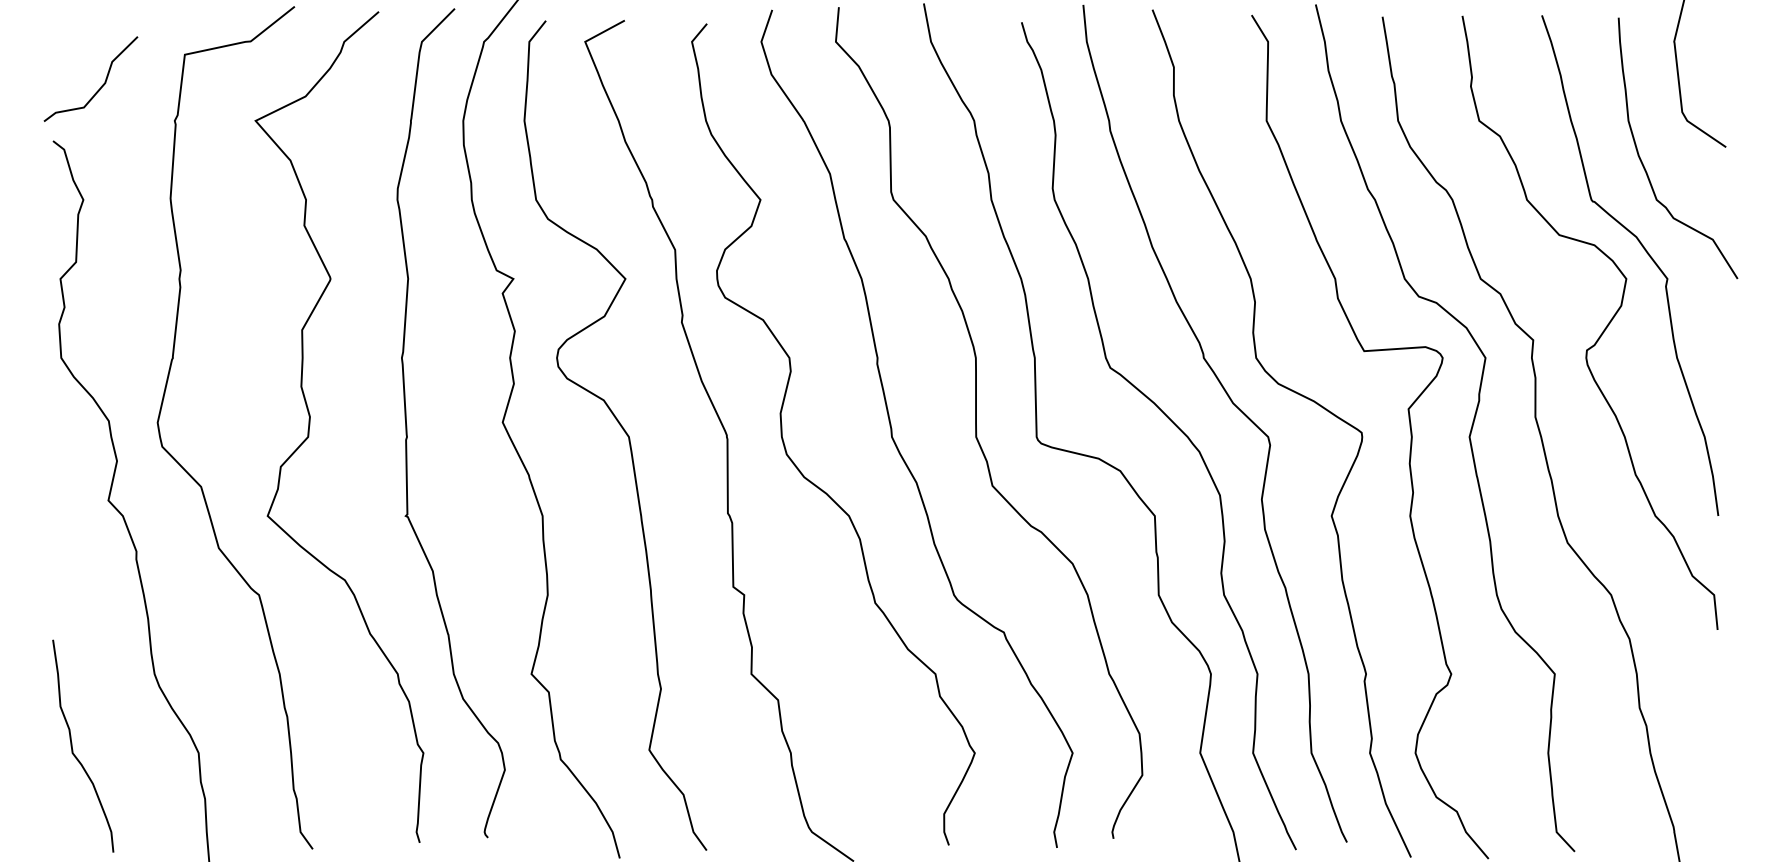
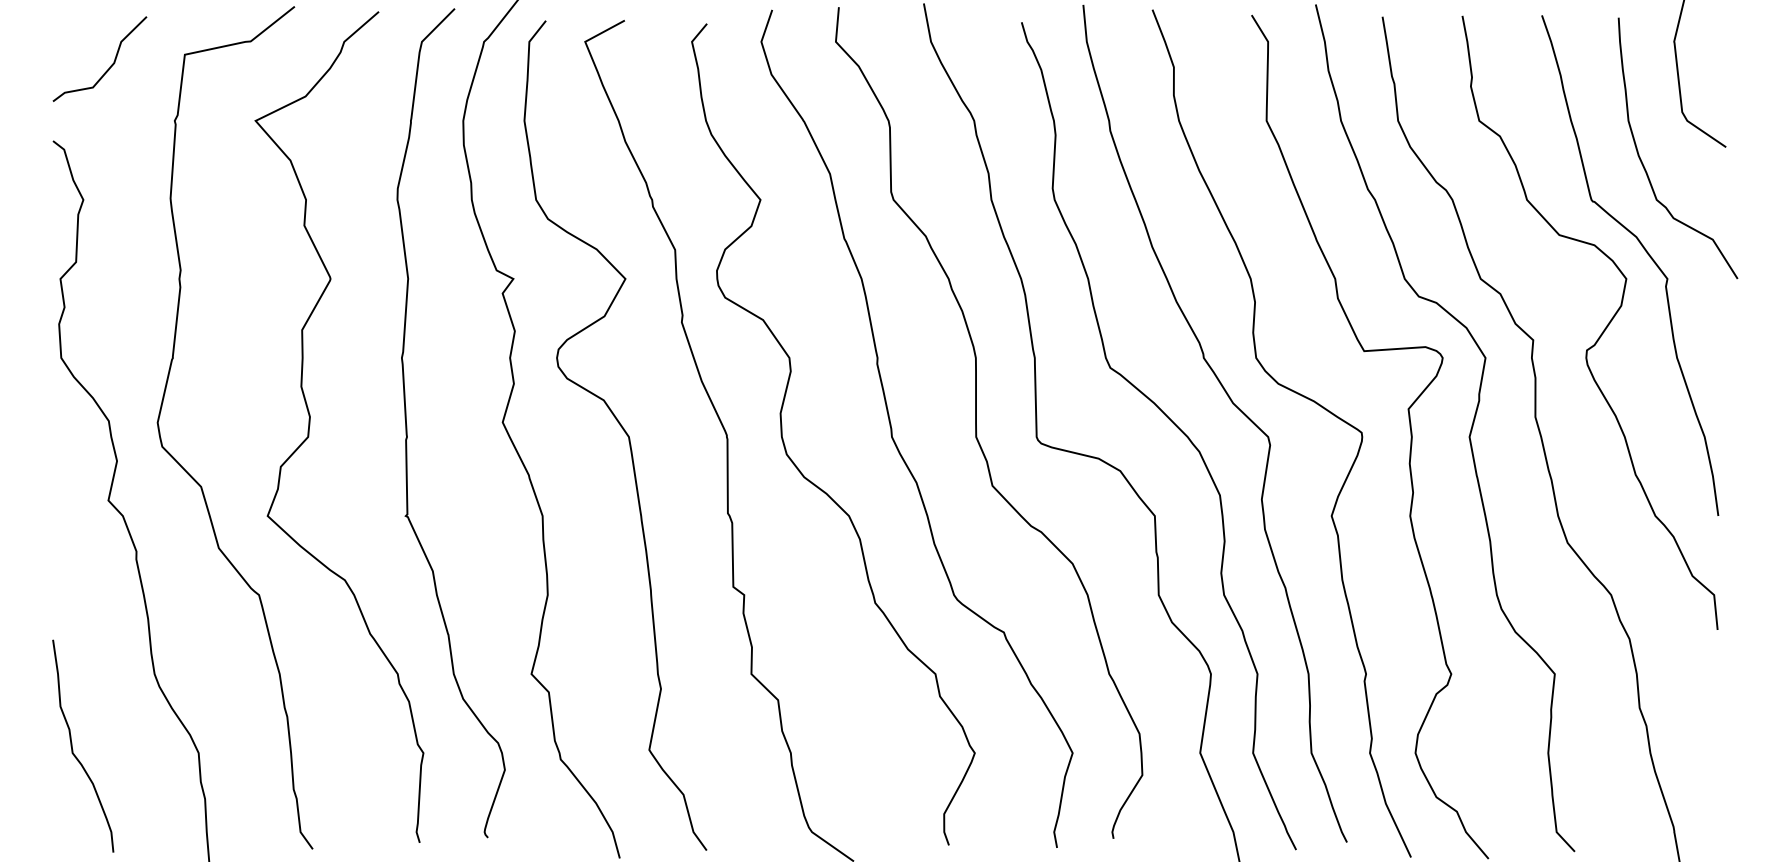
curve at (101, 85) position: (101, 85) -> (110, 65)
